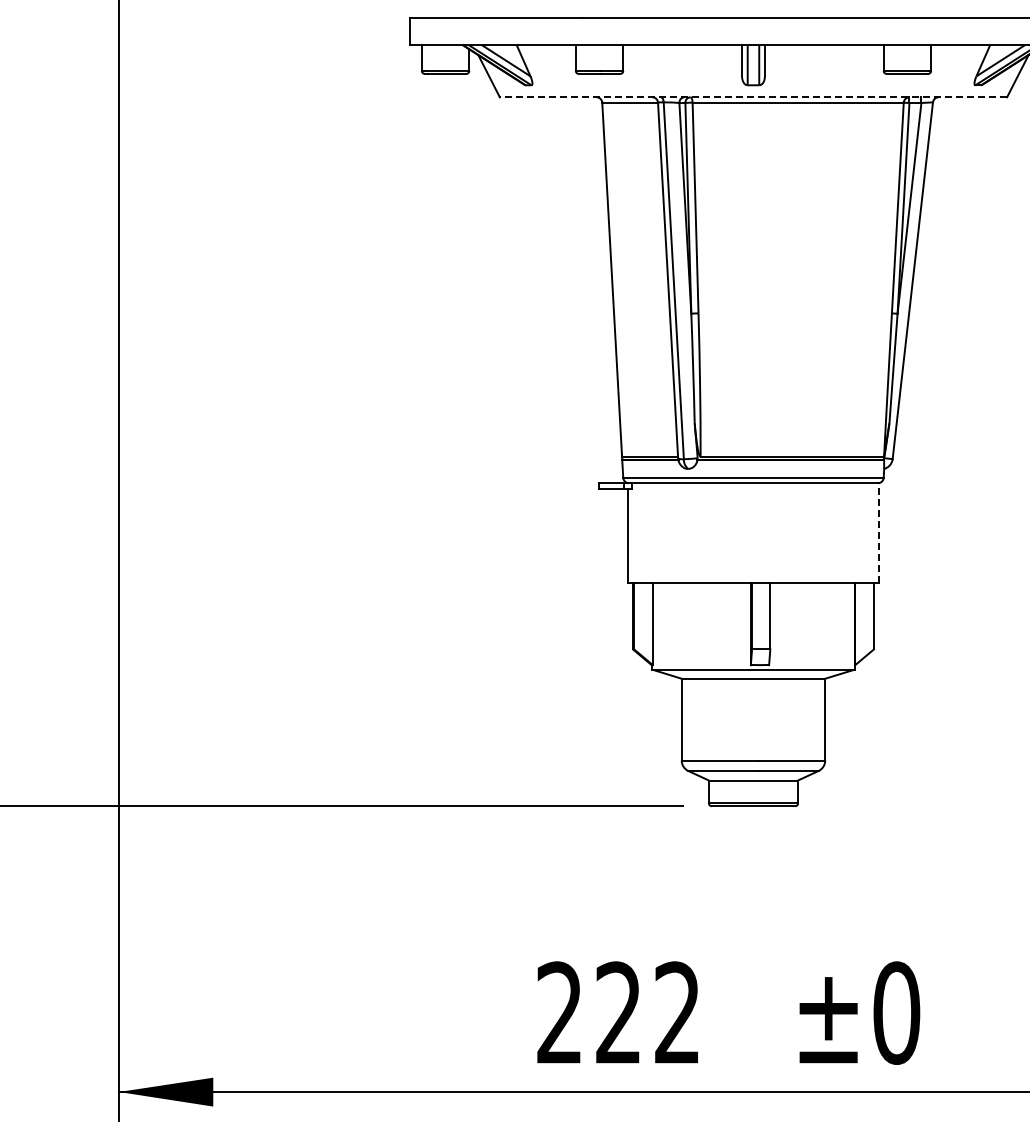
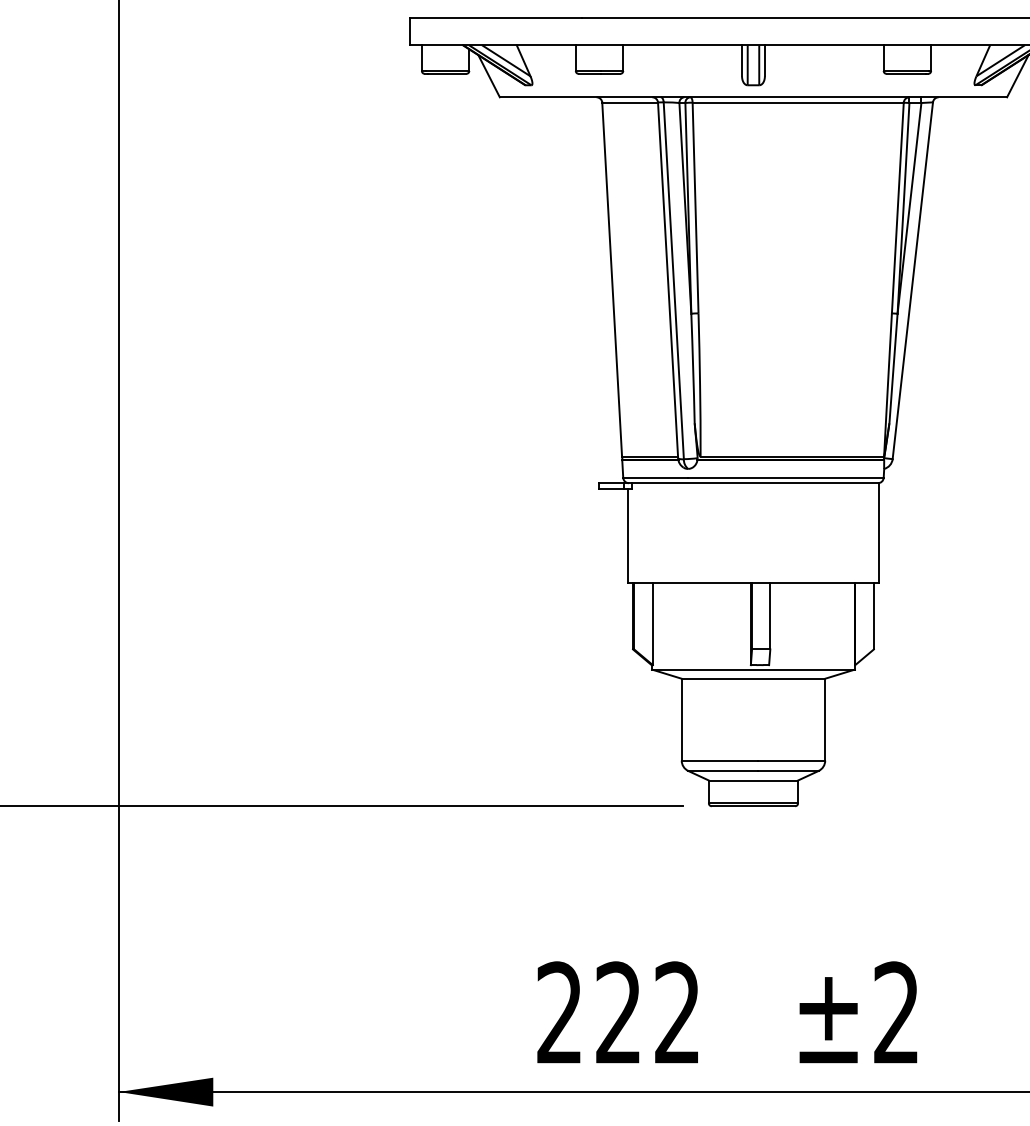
line at (753, 97): dashed -> solid
line at (879, 532): dashed -> solid
text at (896, 1012): ±0 -> ±2
